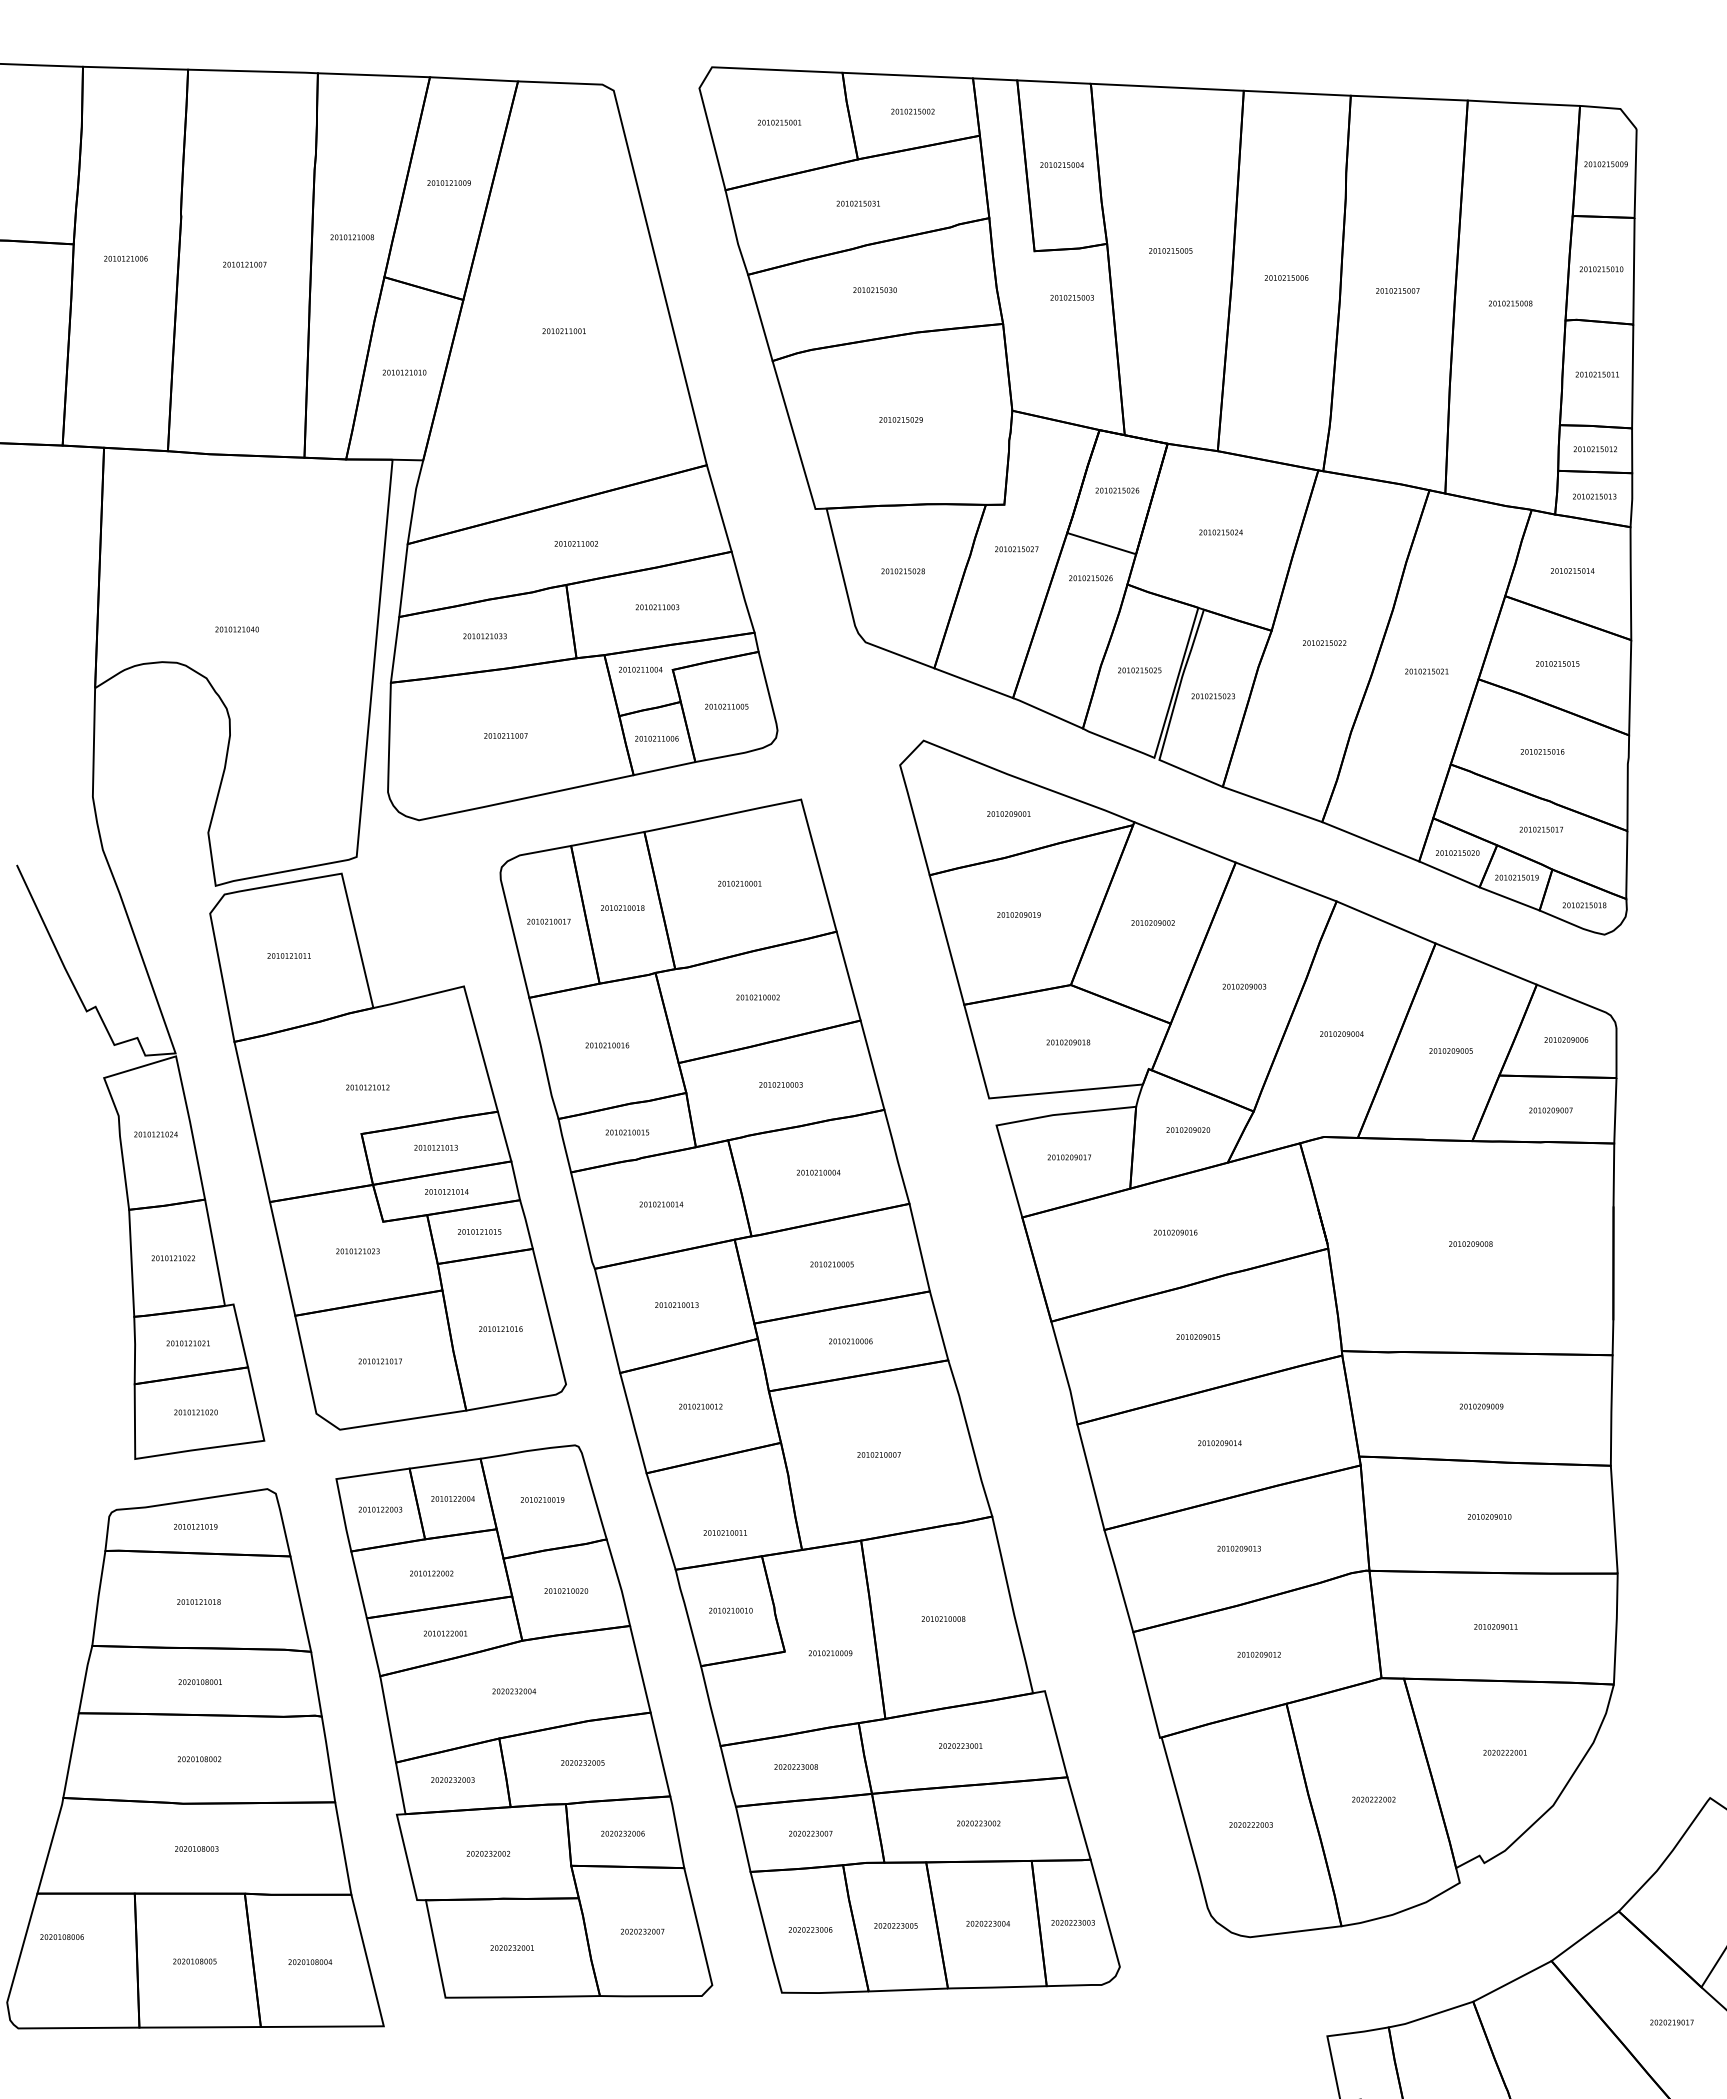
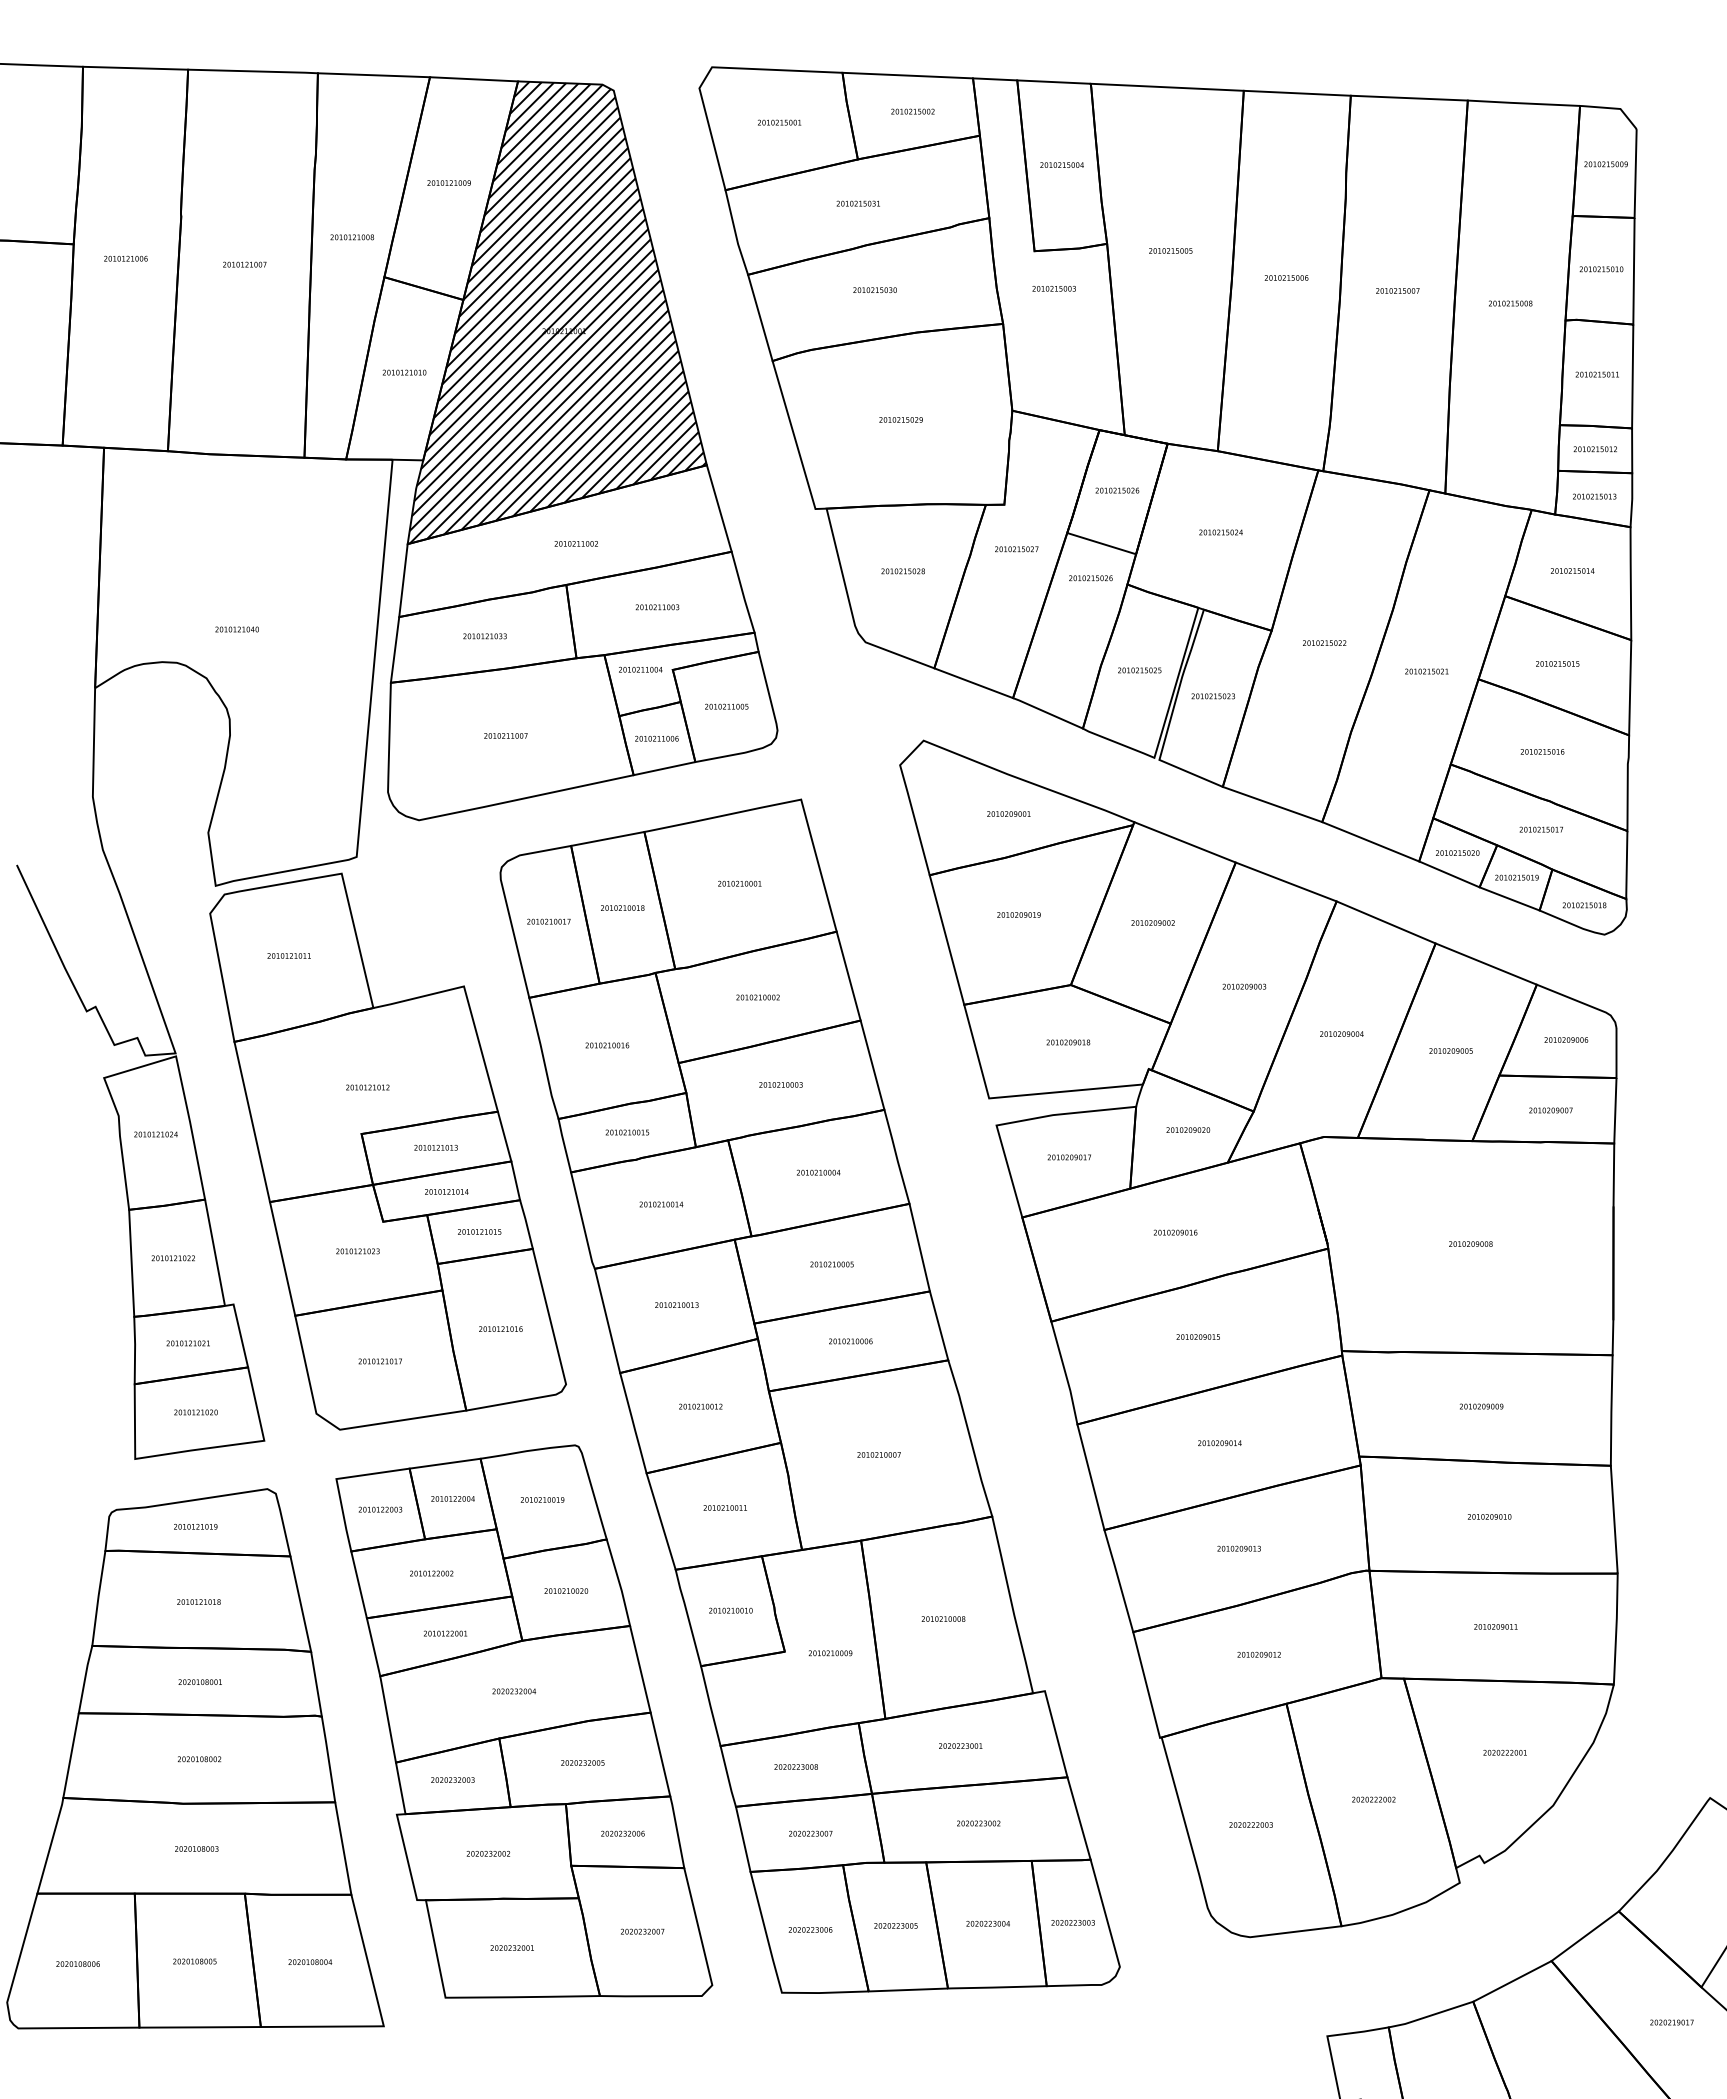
text at (1071, 297) position: (1071, 297) -> (1053, 288)
hatch at (557, 312): none -> present
text at (724, 1532) position: (724, 1532) -> (724, 1507)
text at (61, 1936) position: (61, 1936) -> (77, 1963)
